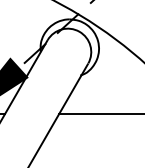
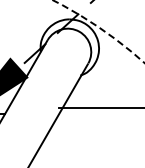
circle at (98, 31): solid -> dashed
line at (100, 113) position: (100, 113) -> (100, 107)
